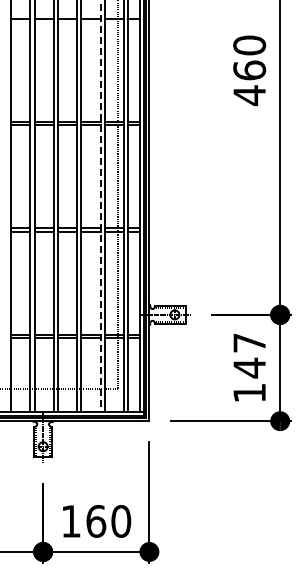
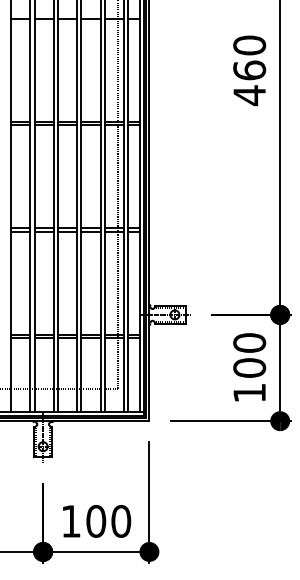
line at (100, 205): dashed -> solid
text at (249, 355): 147 -> 100
text at (96, 521): 160 -> 100
